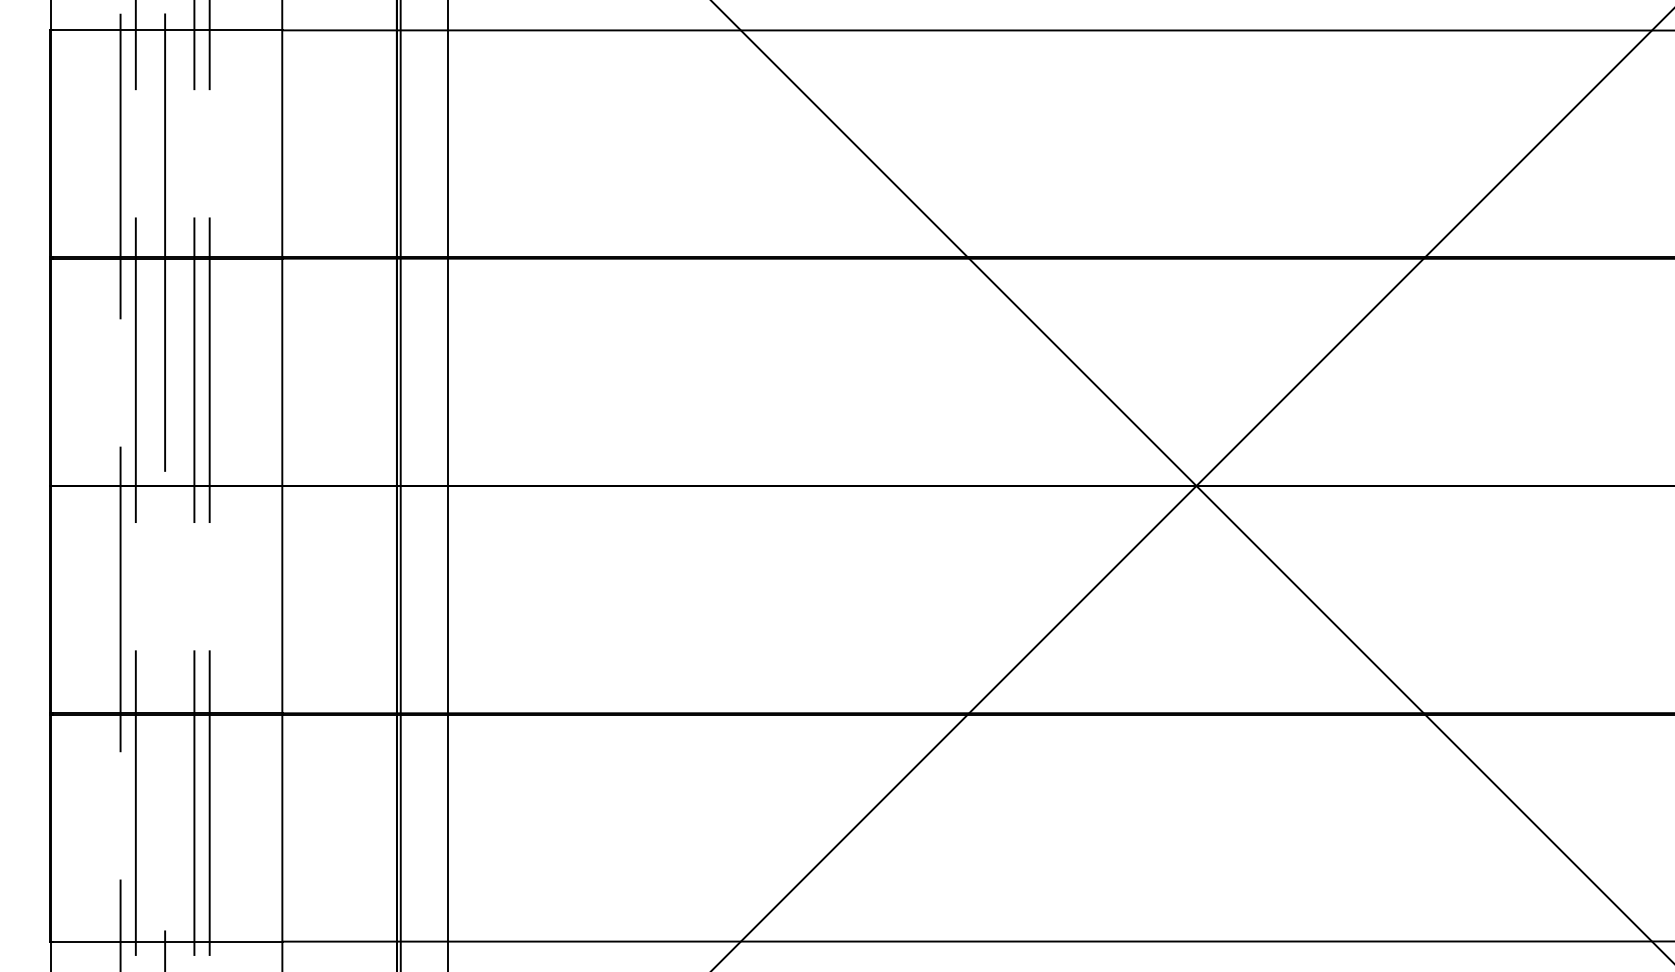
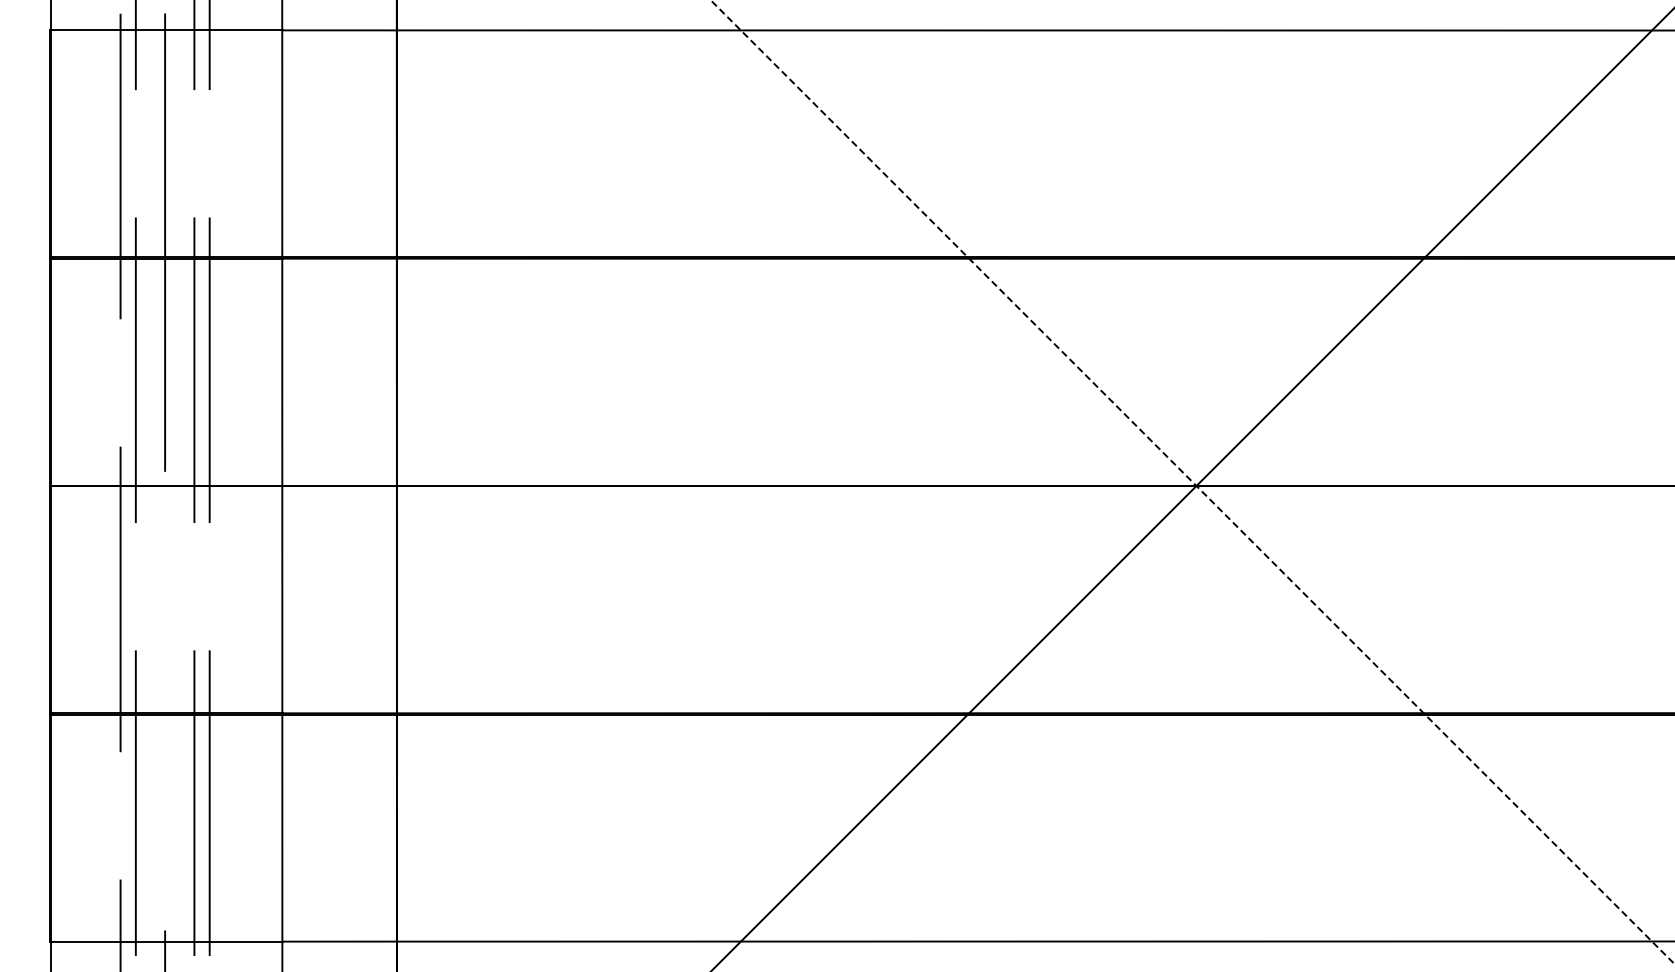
line at (1192, 481): solid -> dashed
line at (400, 485): present -> none
line at (447, 485): present -> none
